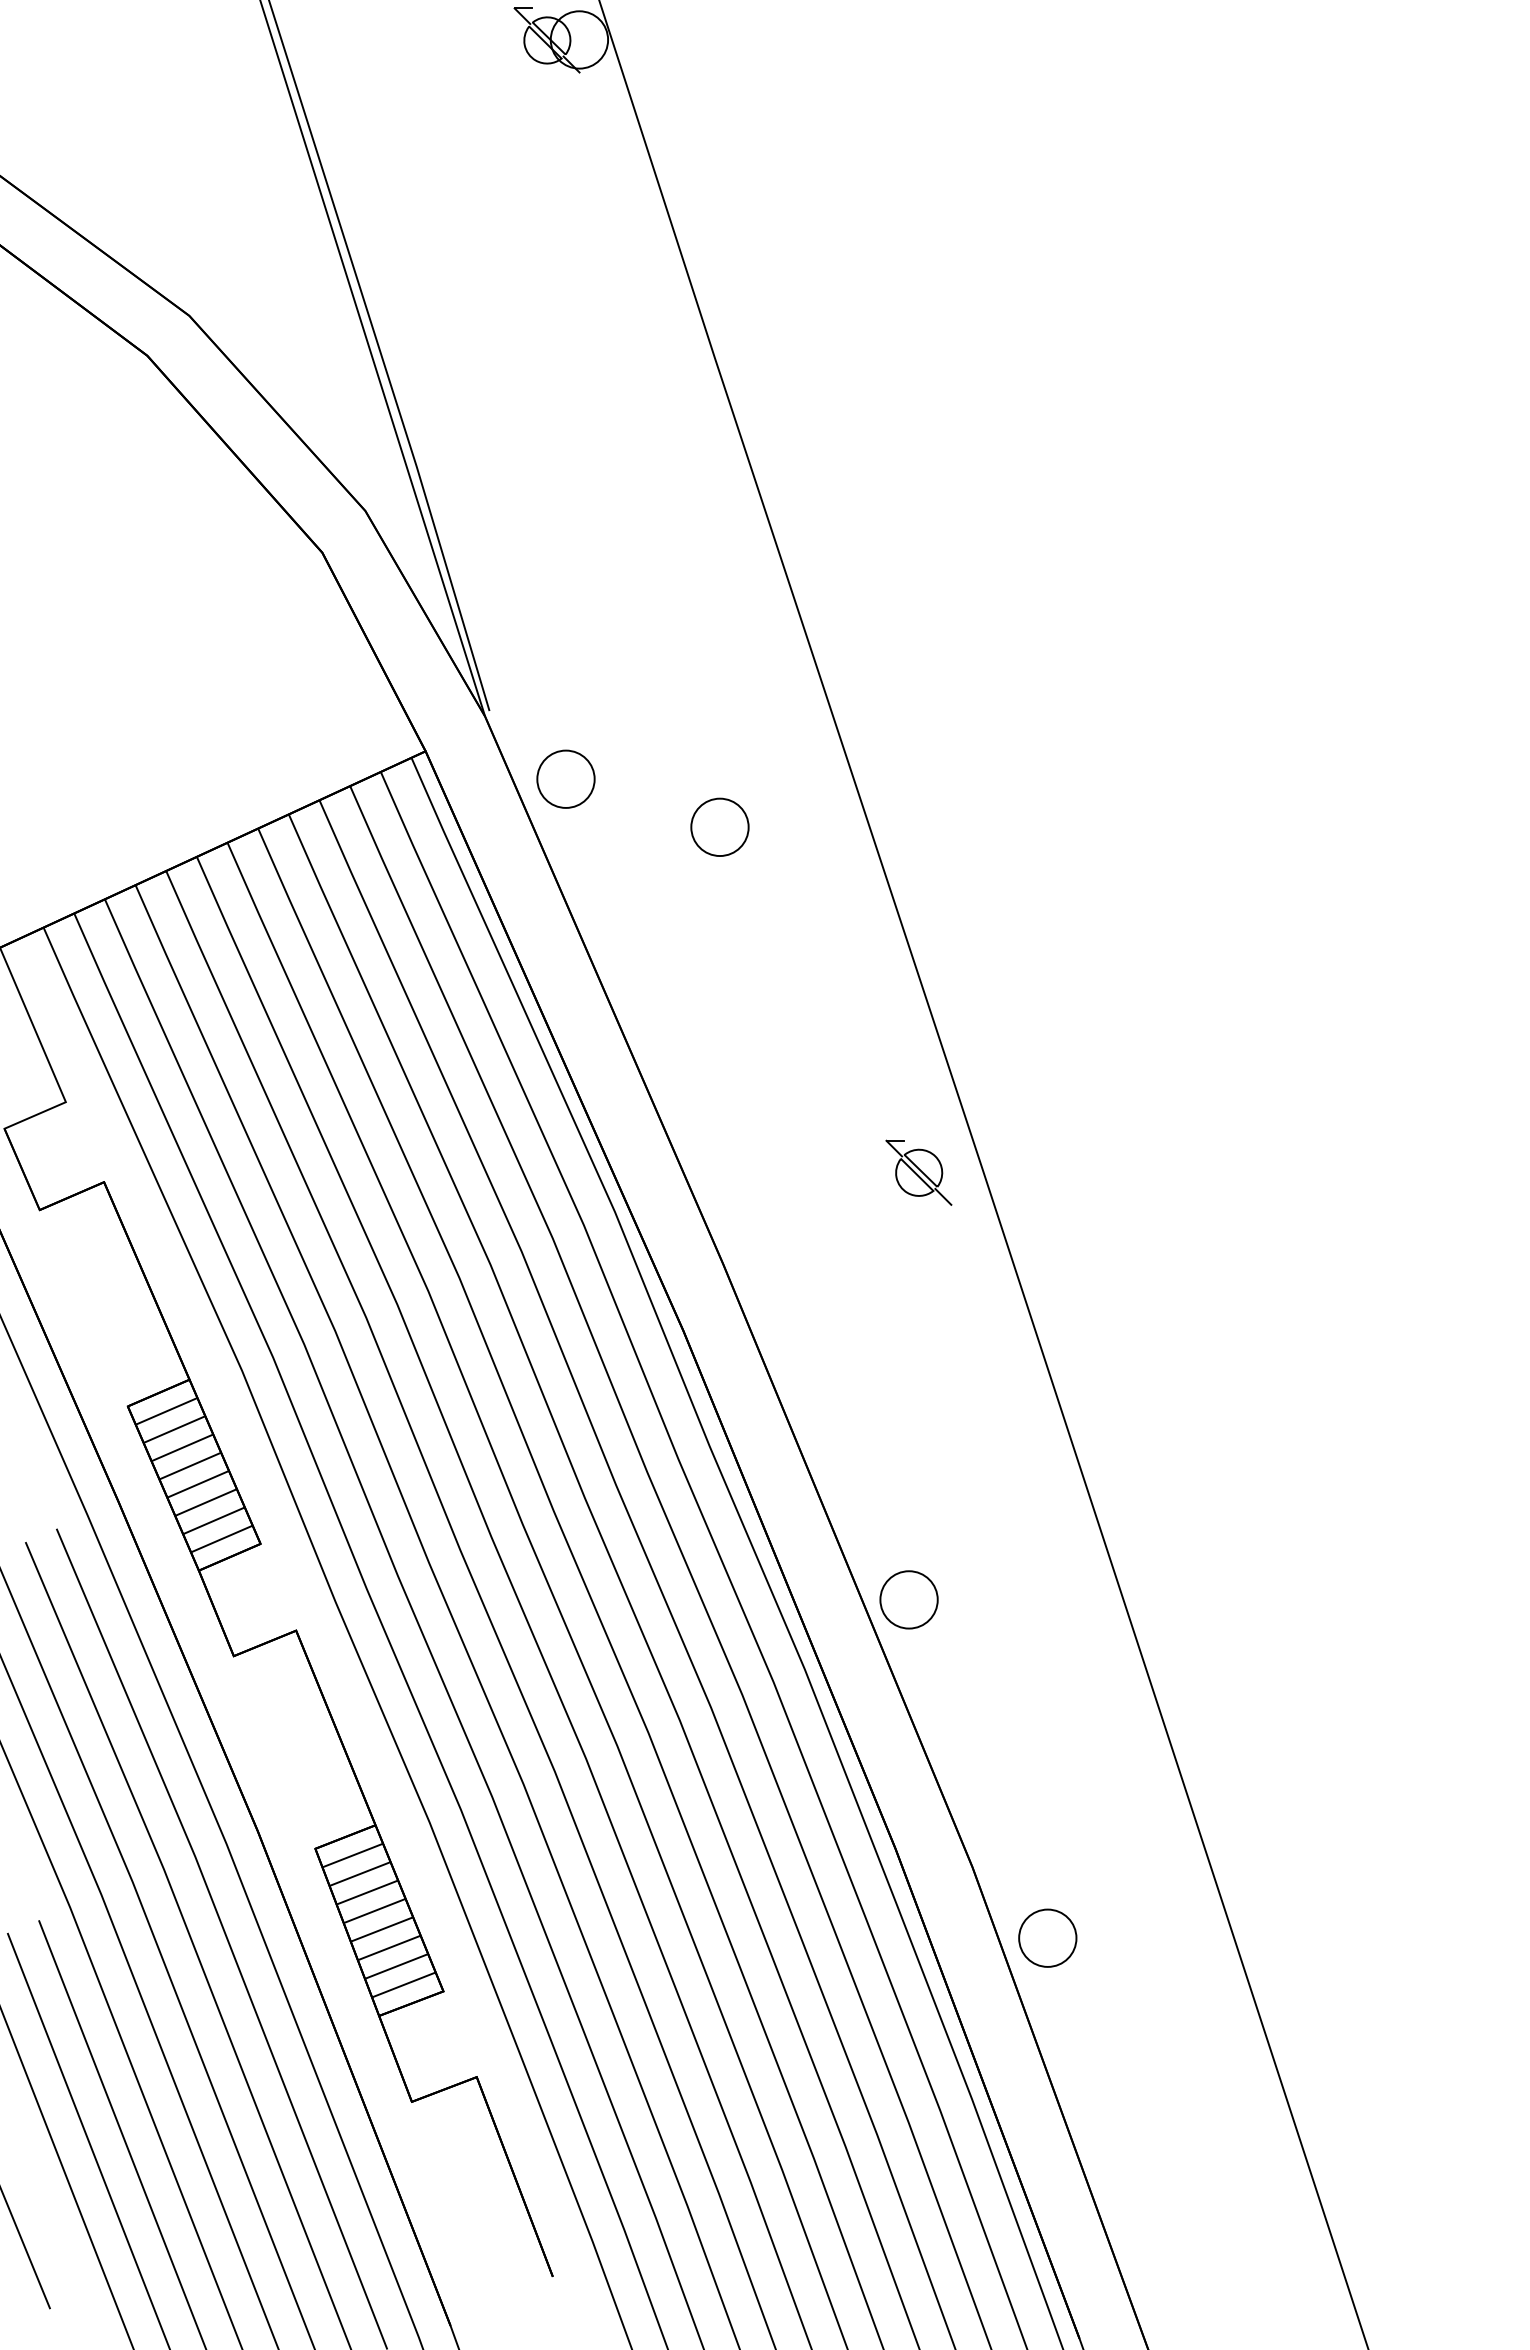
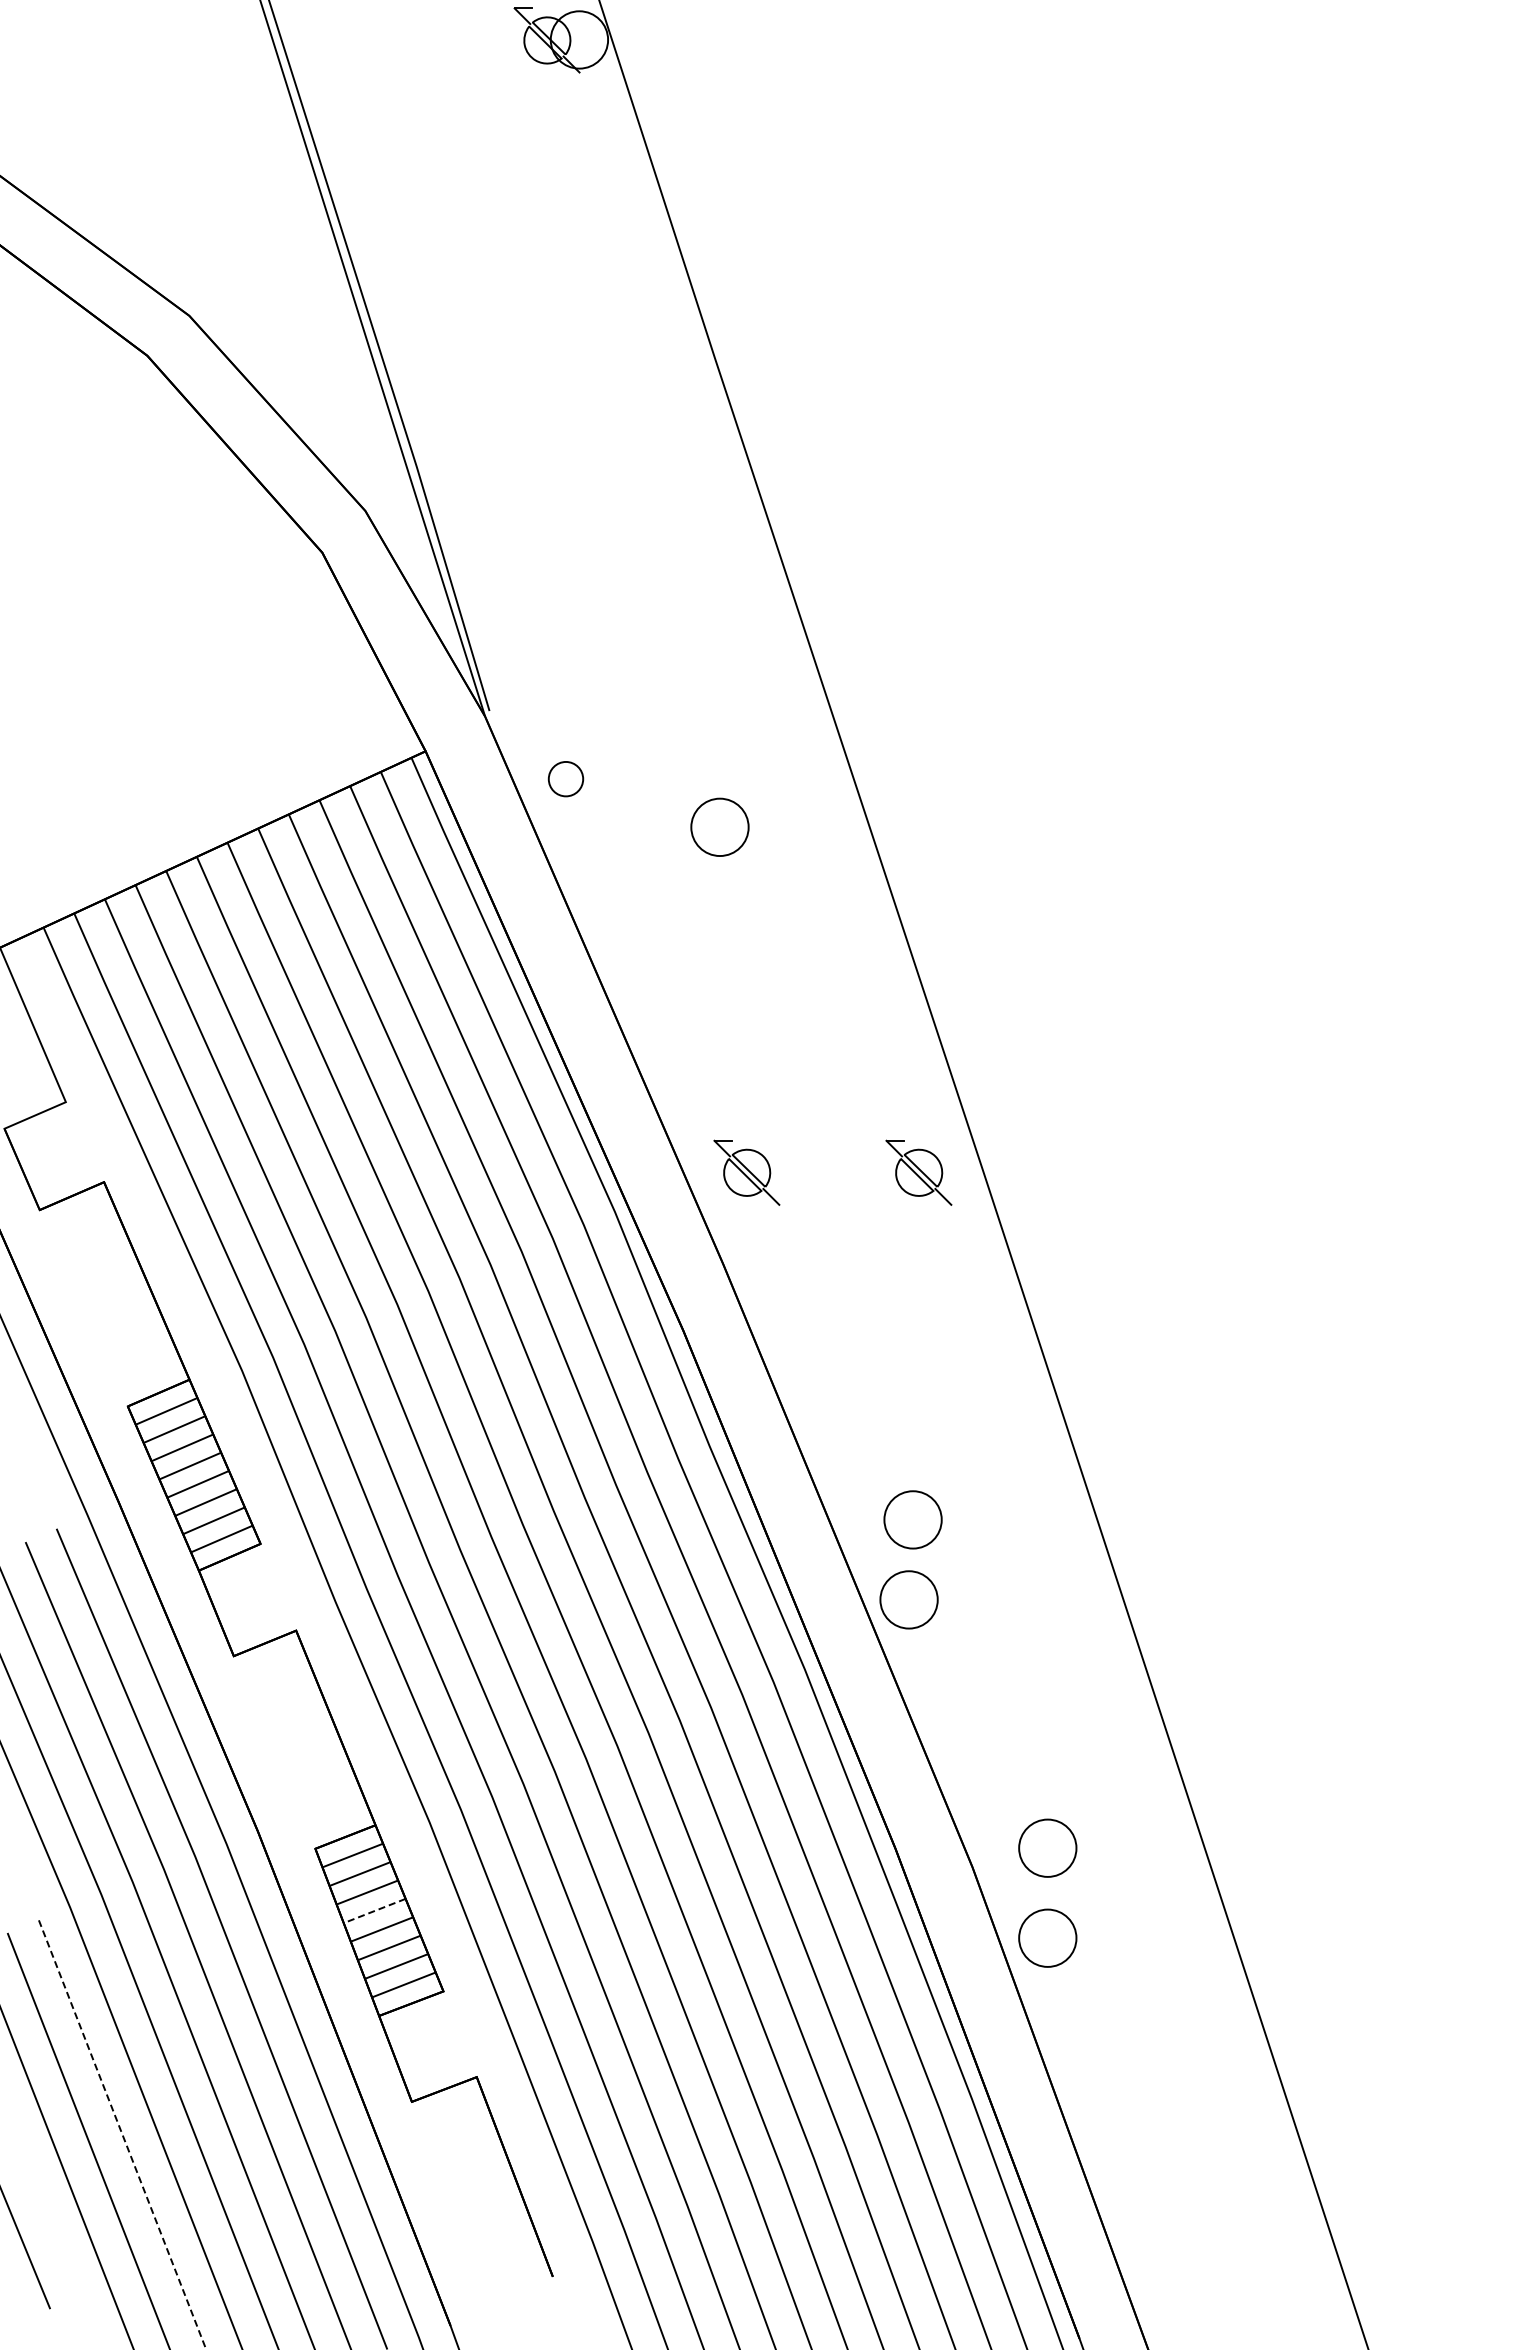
part at (565, 778) size: 60x60 px -> 38x37 px
part at (746, 1172): none -> present
part at (912, 1519): none -> present
part at (1047, 1847): none -> present
line at (374, 1911): solid -> dashed
line at (122, 2135): solid -> dashed
